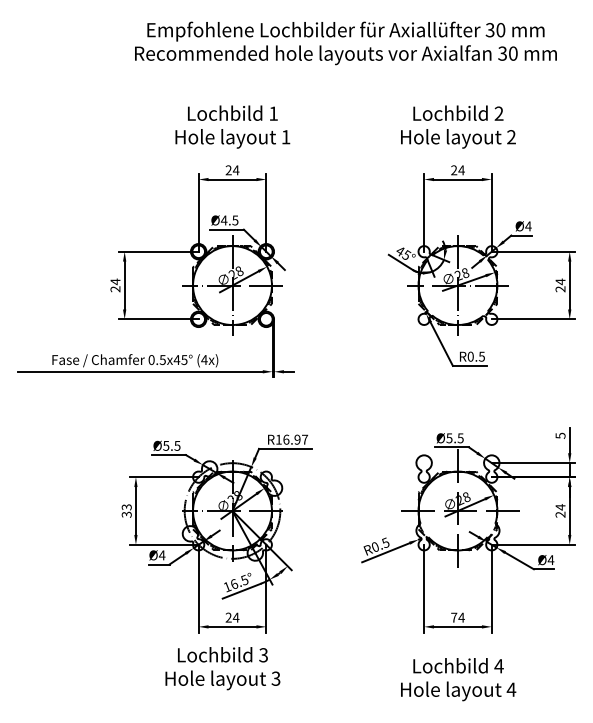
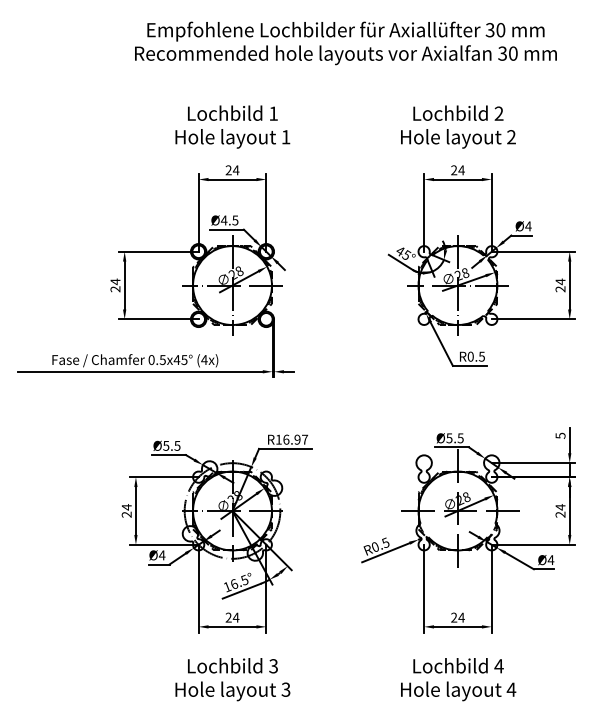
text at (126, 510): 33 -> 24
text at (454, 617): 74 -> 24
text at (222, 668) position: (222, 668) -> (232, 679)
